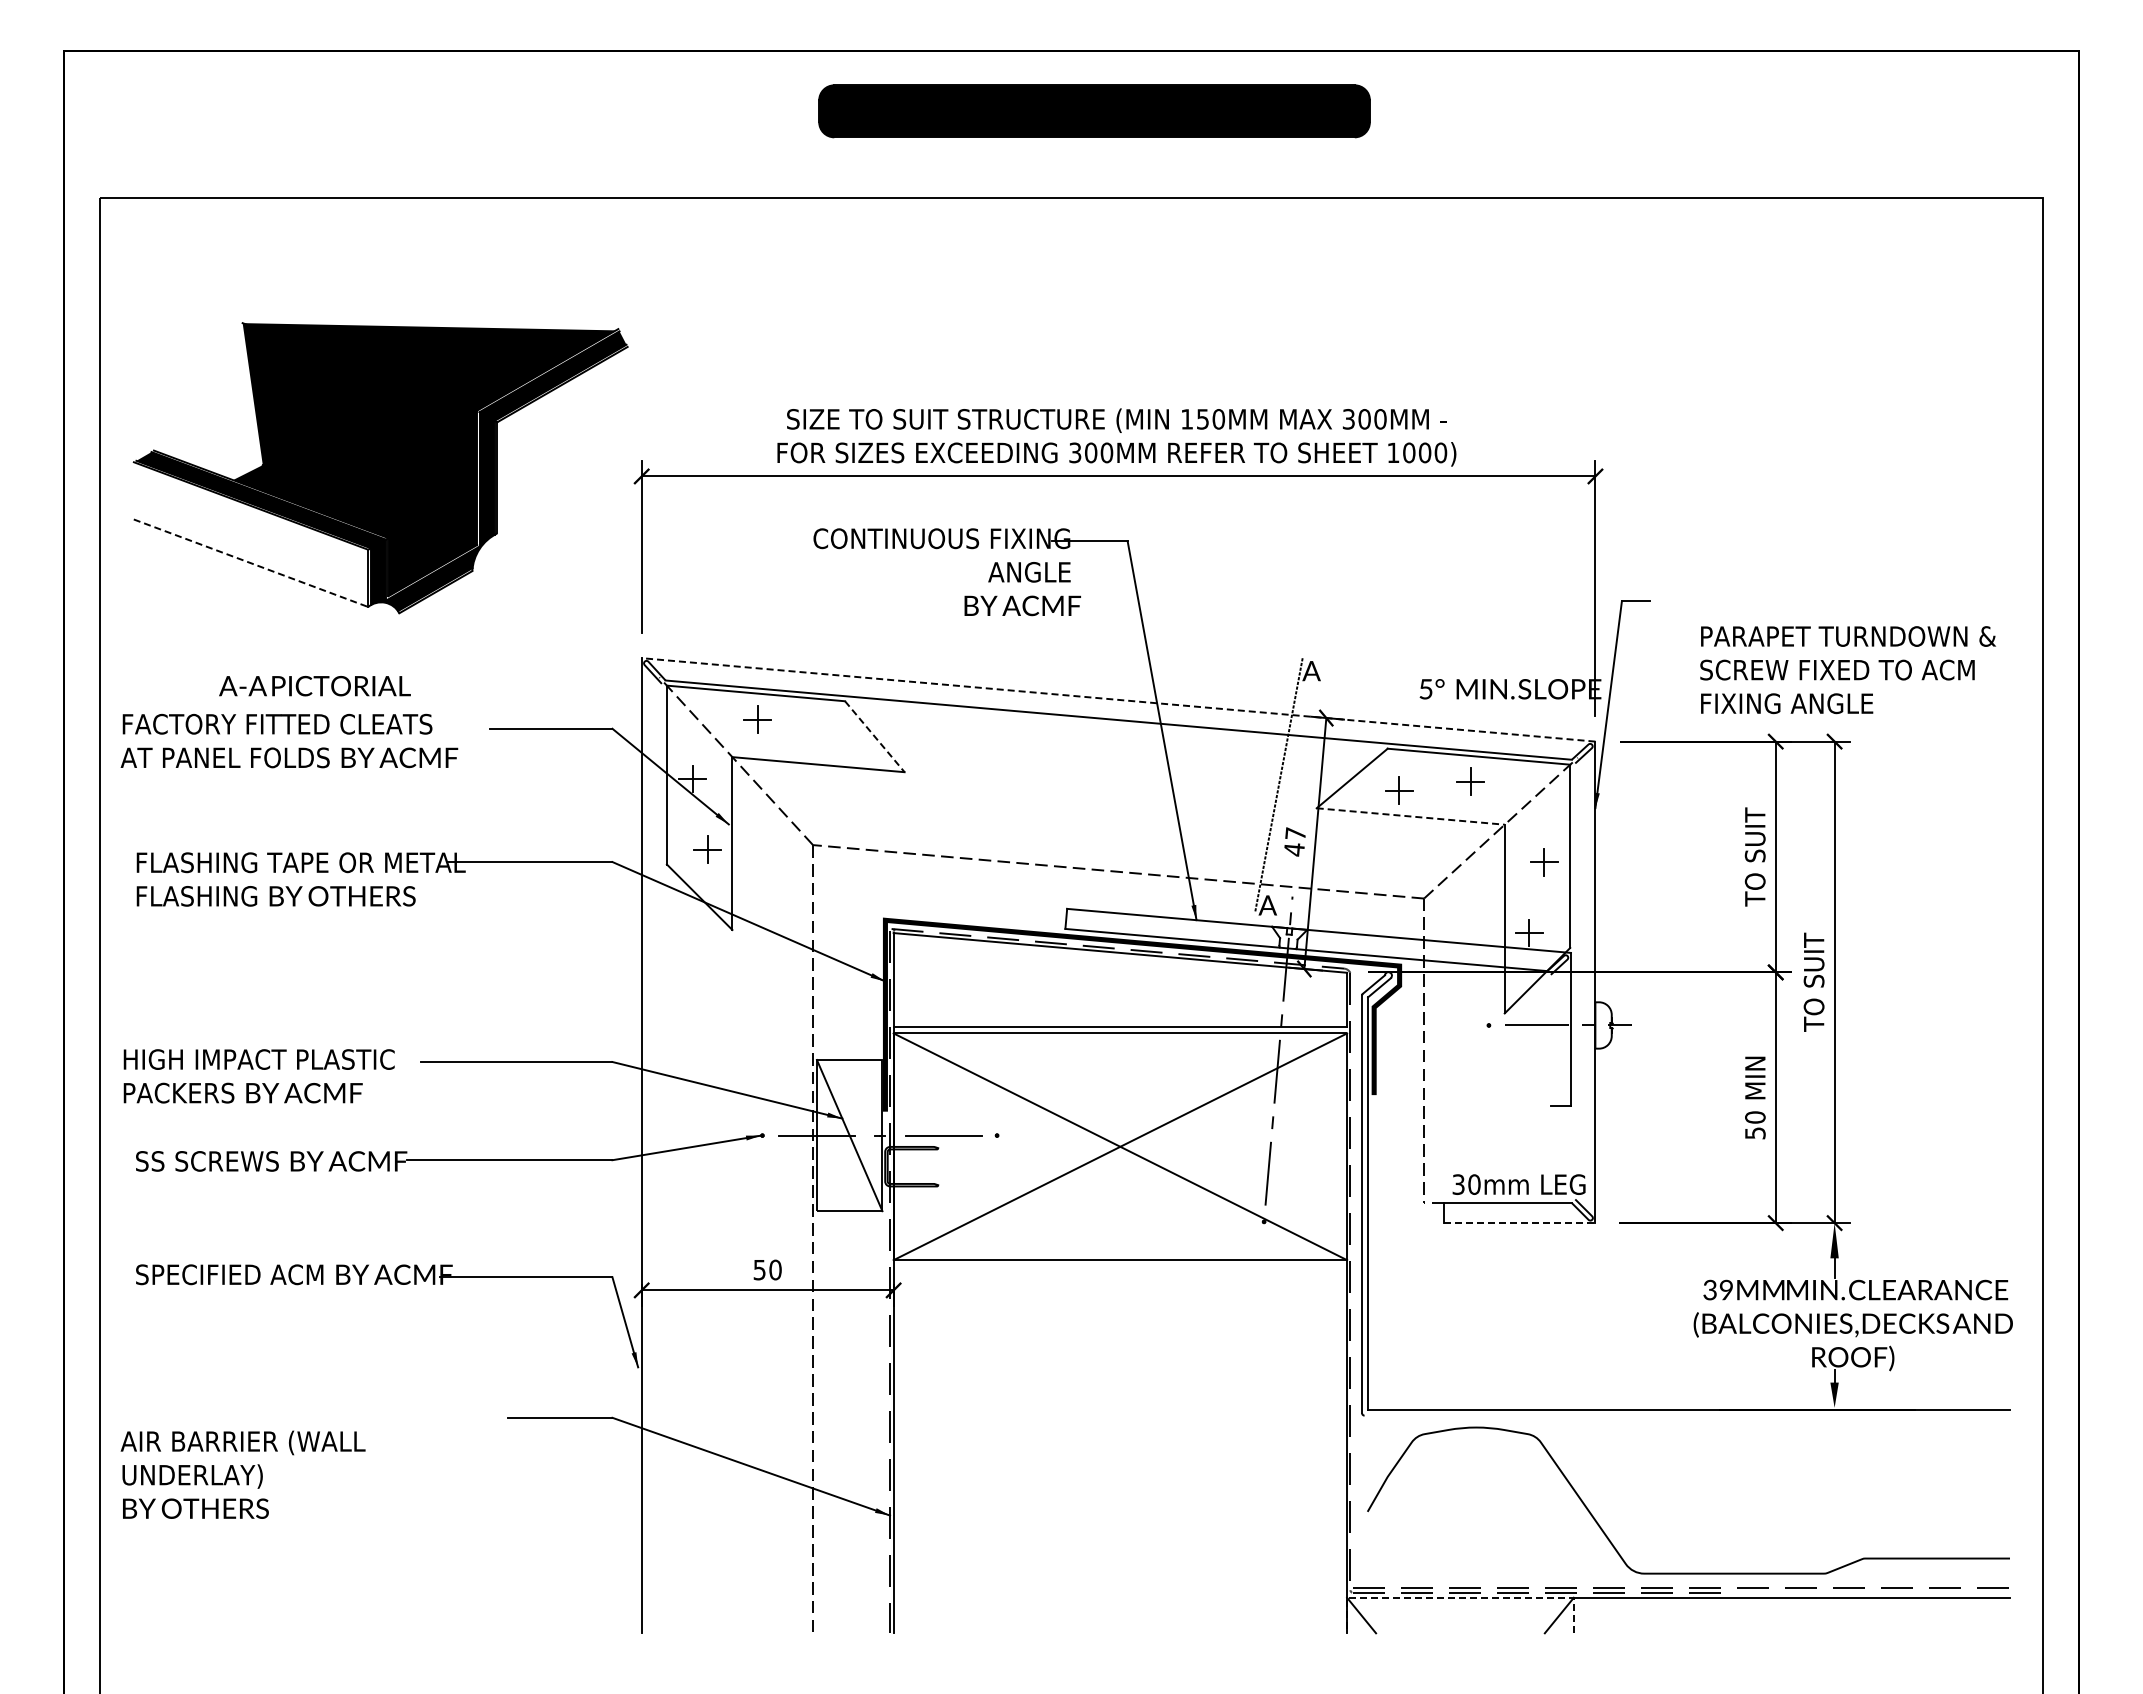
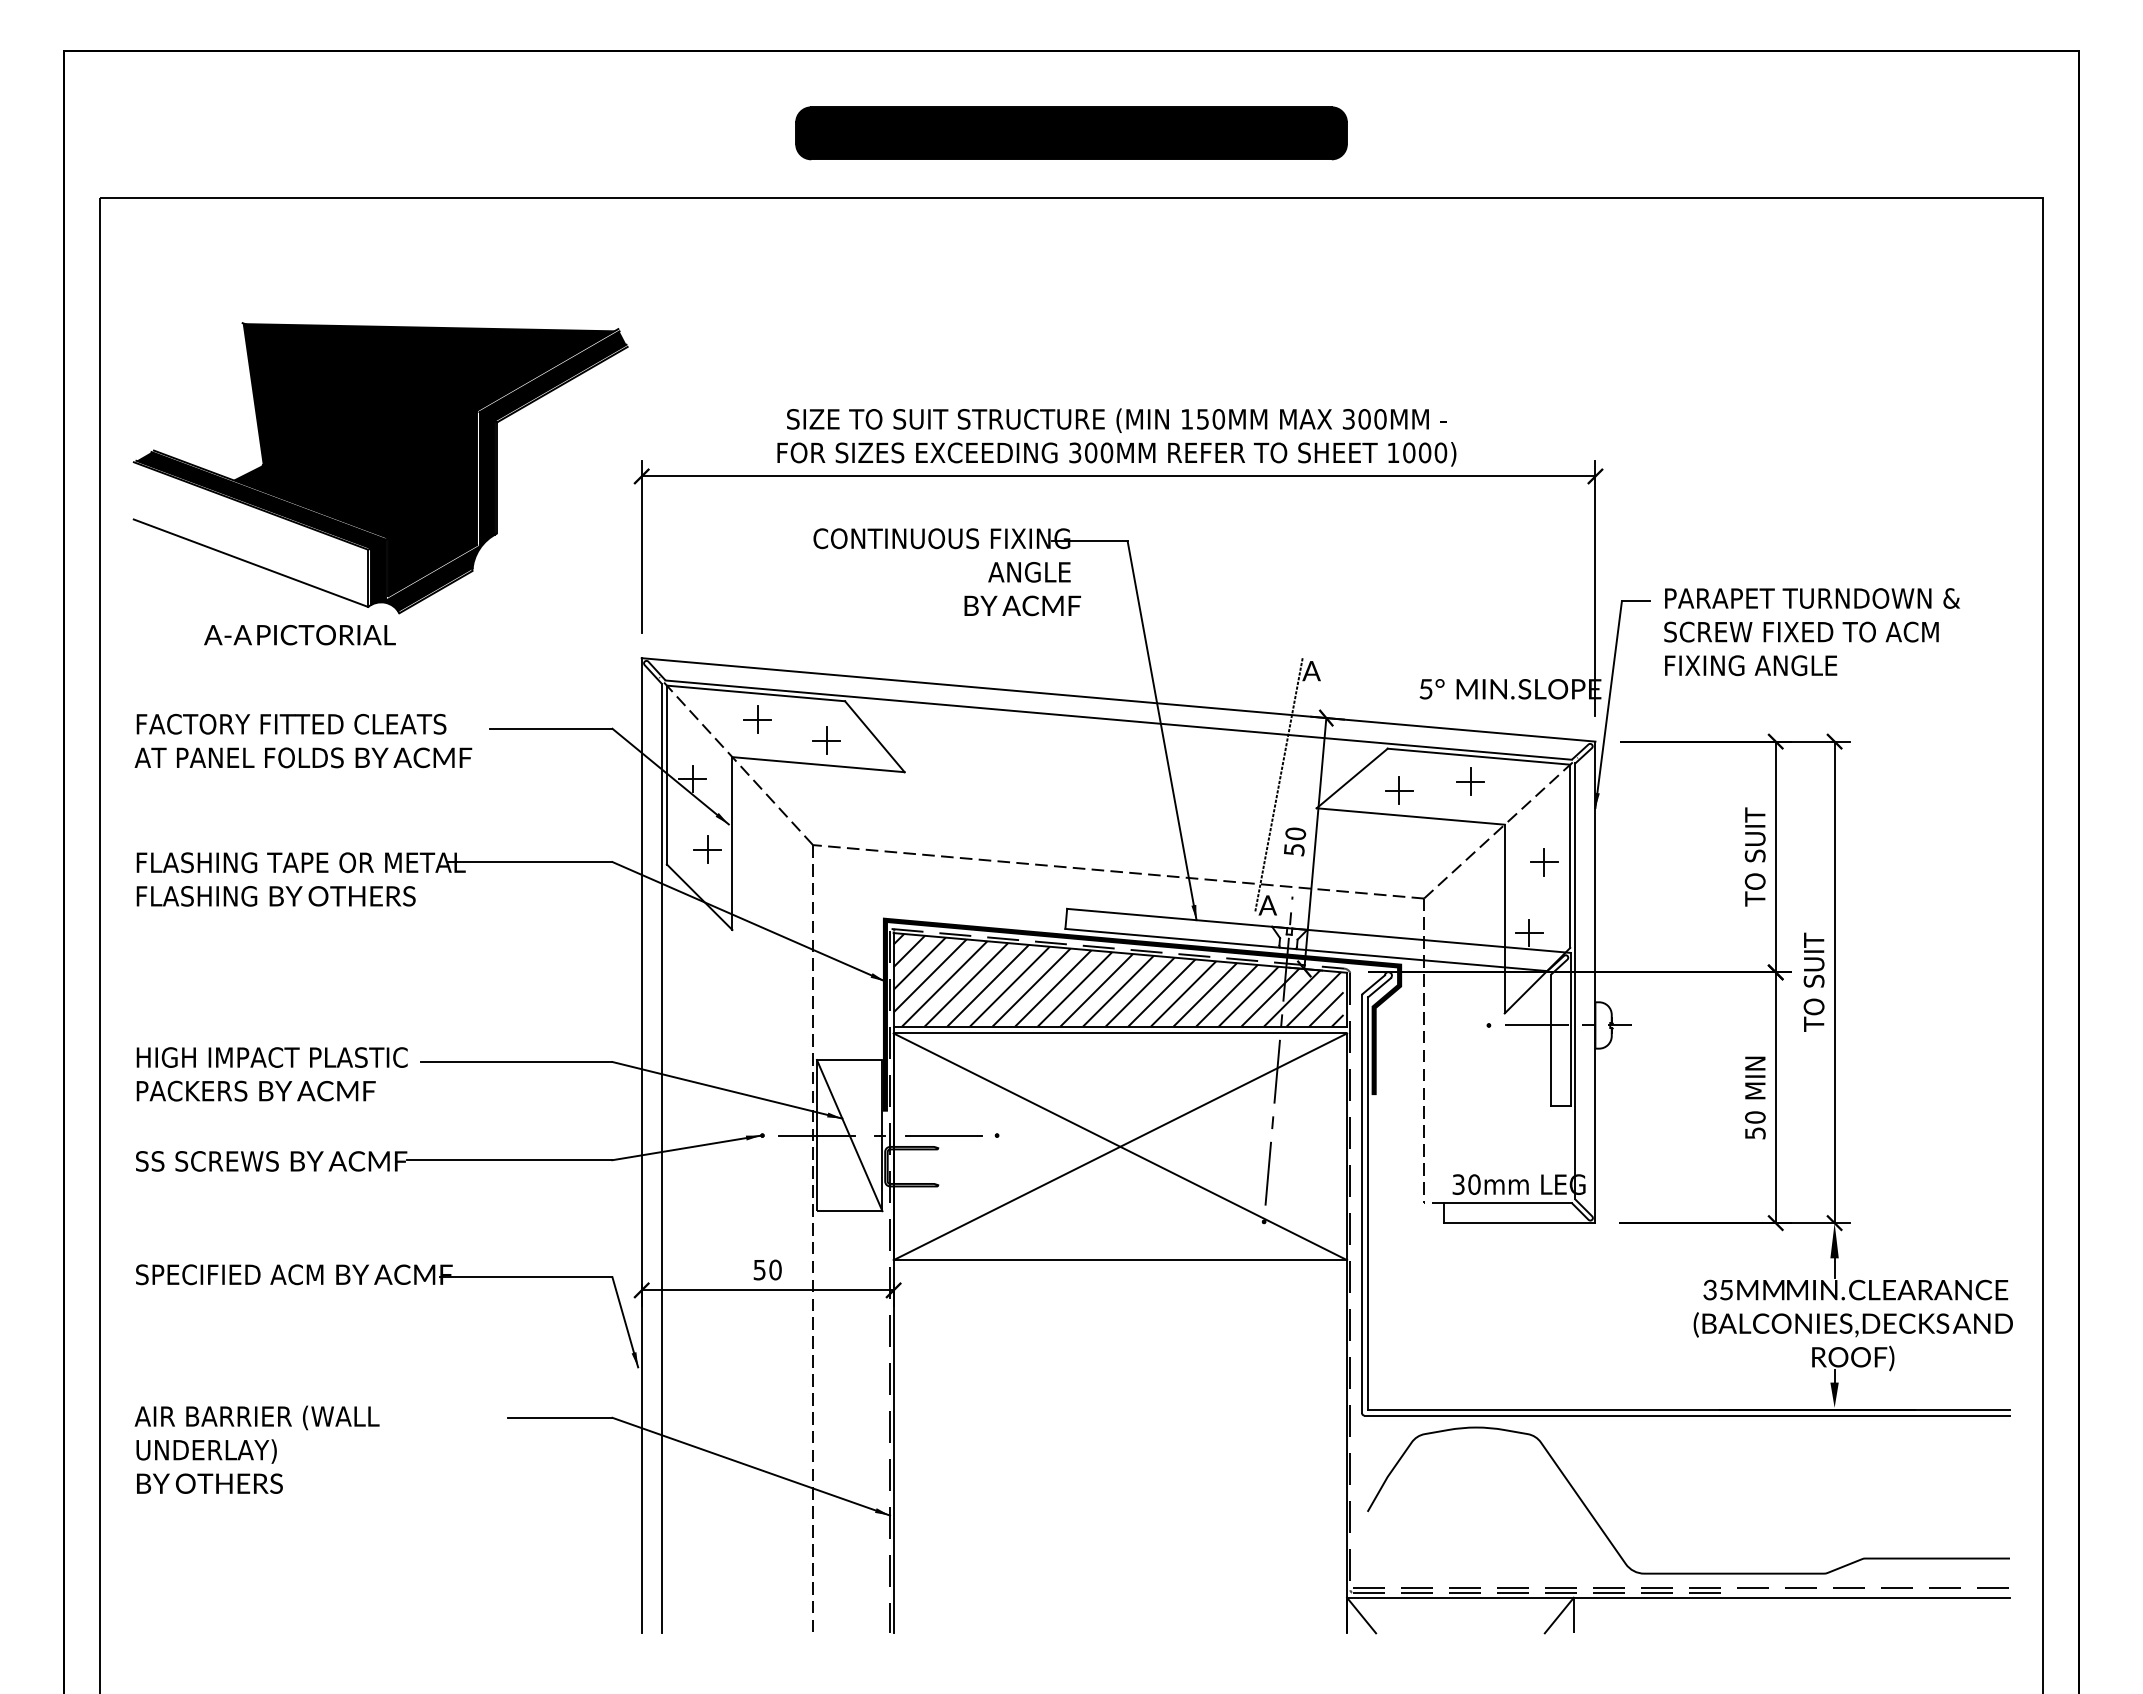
part at (1094, 111) position: (1094, 111) -> (1071, 133)
line at (251, 563): dashed -> solid
text at (1847, 670) position: (1847, 670) -> (1811, 632)
text at (314, 685) position: (314, 685) -> (299, 634)
line at (1118, 699): dashed -> solid
line at (875, 737): dashed -> solid
text at (289, 740) position: (289, 740) -> (303, 740)
part at (826, 740): none -> present
line at (1411, 816): dashed -> solid
text at (1295, 841): 47 -> 50
hatch at (1118, 980): none -> present
line at (1575, 981): none -> present
line at (1550, 1039): none -> present
text at (258, 1076) position: (258, 1076) -> (271, 1074)
line at (661, 1158): none -> present
line at (1519, 1223): dashed -> solid
text at (1725, 1289): 39MM -> 35MM
line at (1686, 1415): none -> present
text at (242, 1474) position: (242, 1474) -> (256, 1449)
line at (1459, 1597): dashed -> solid
